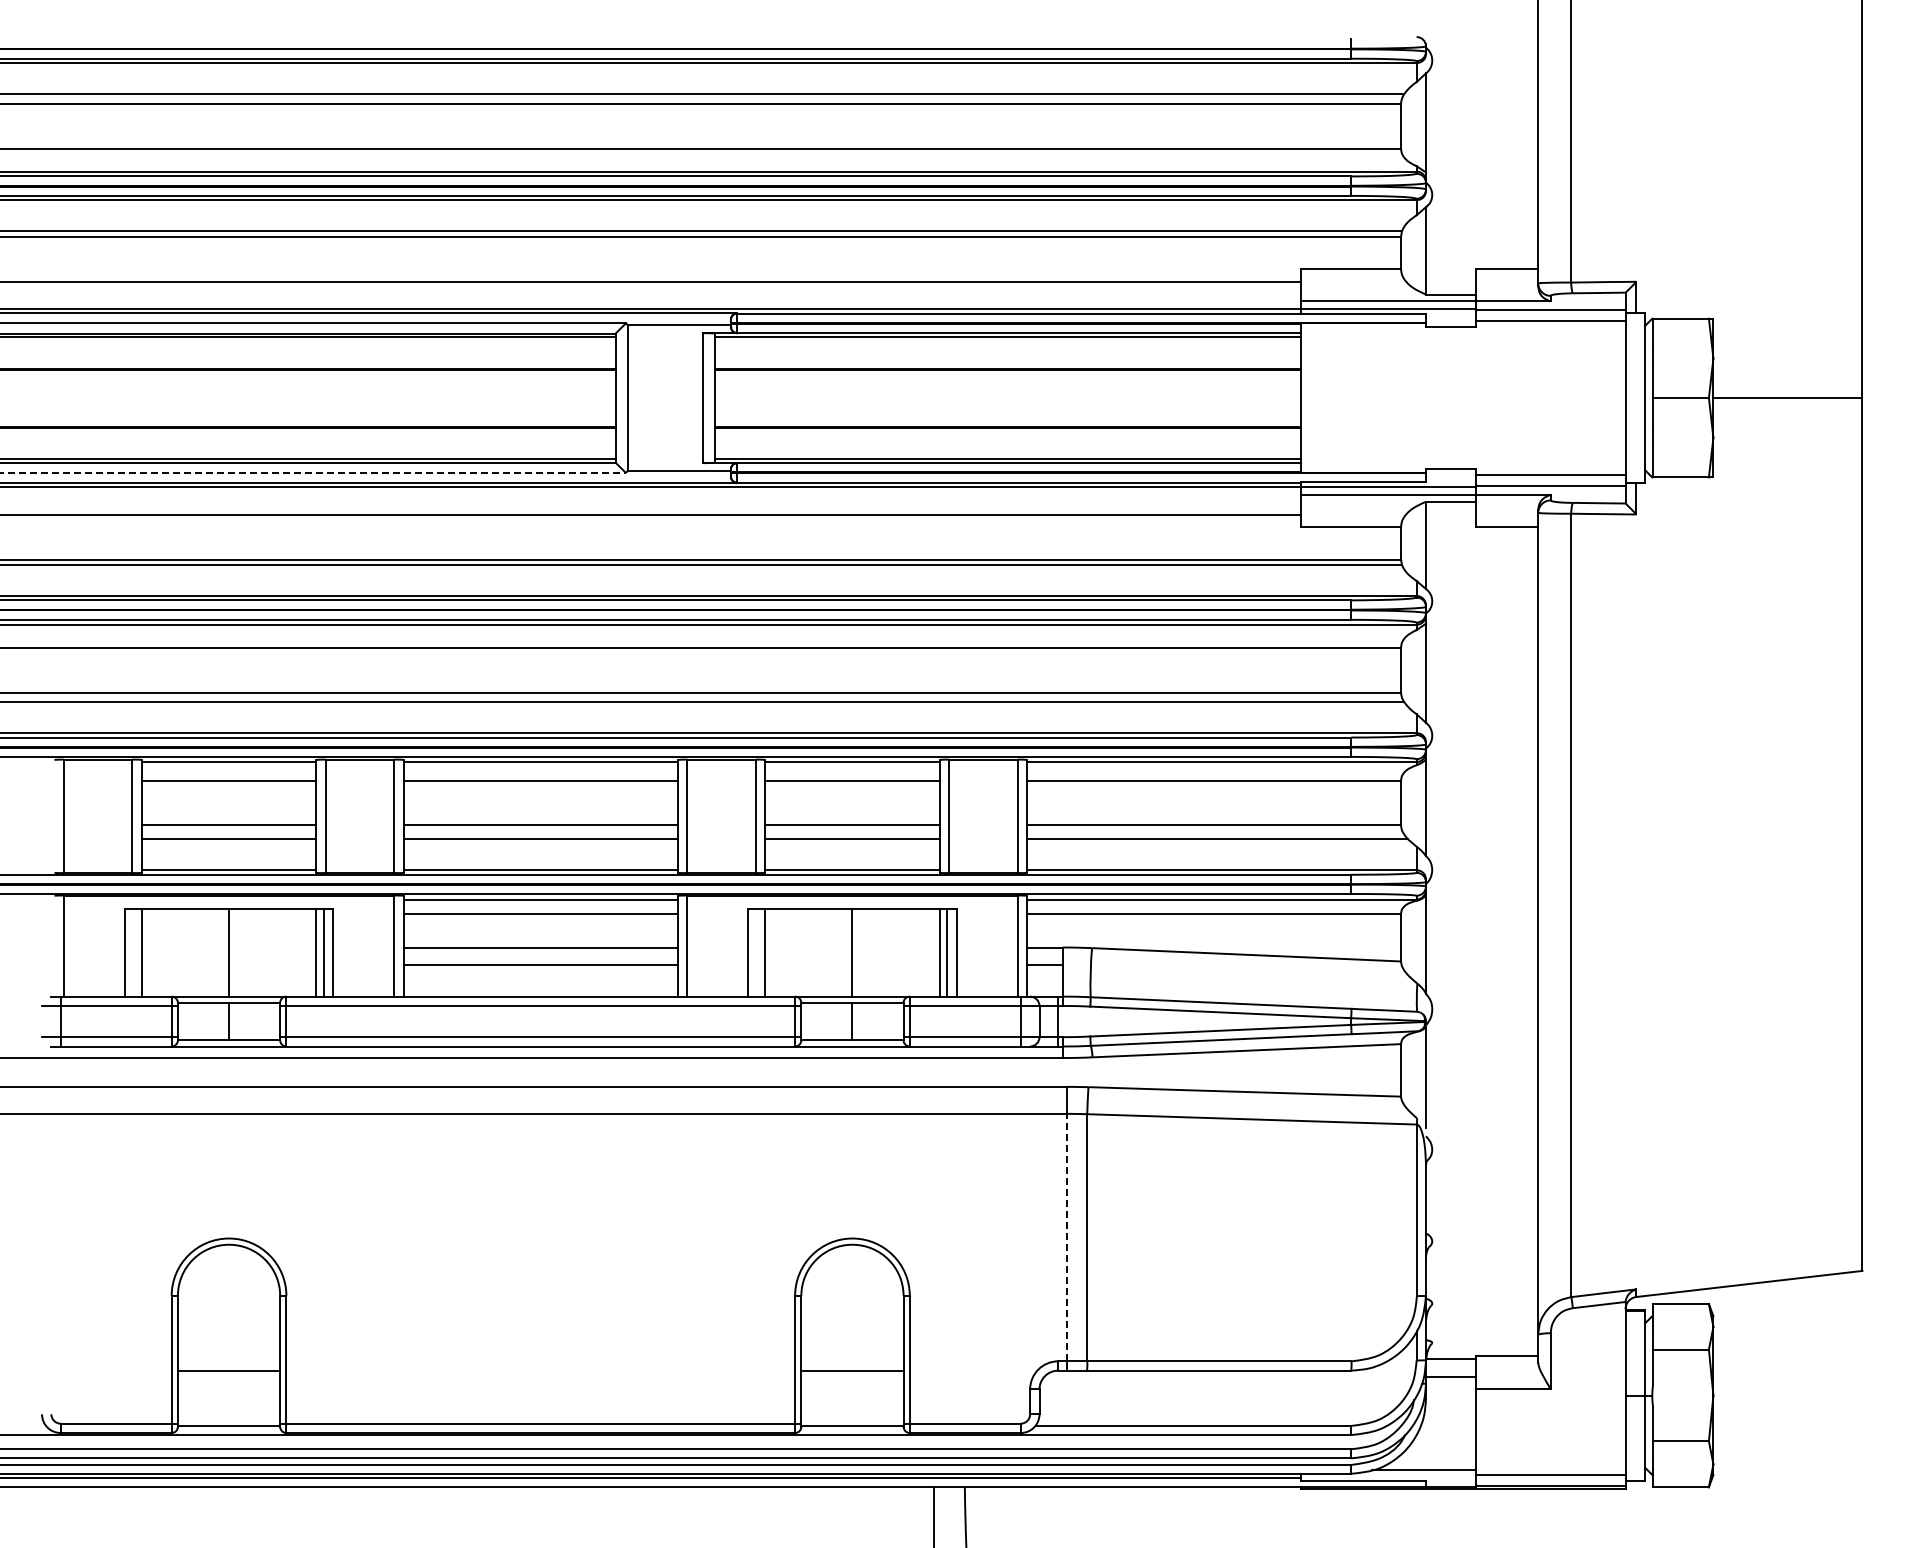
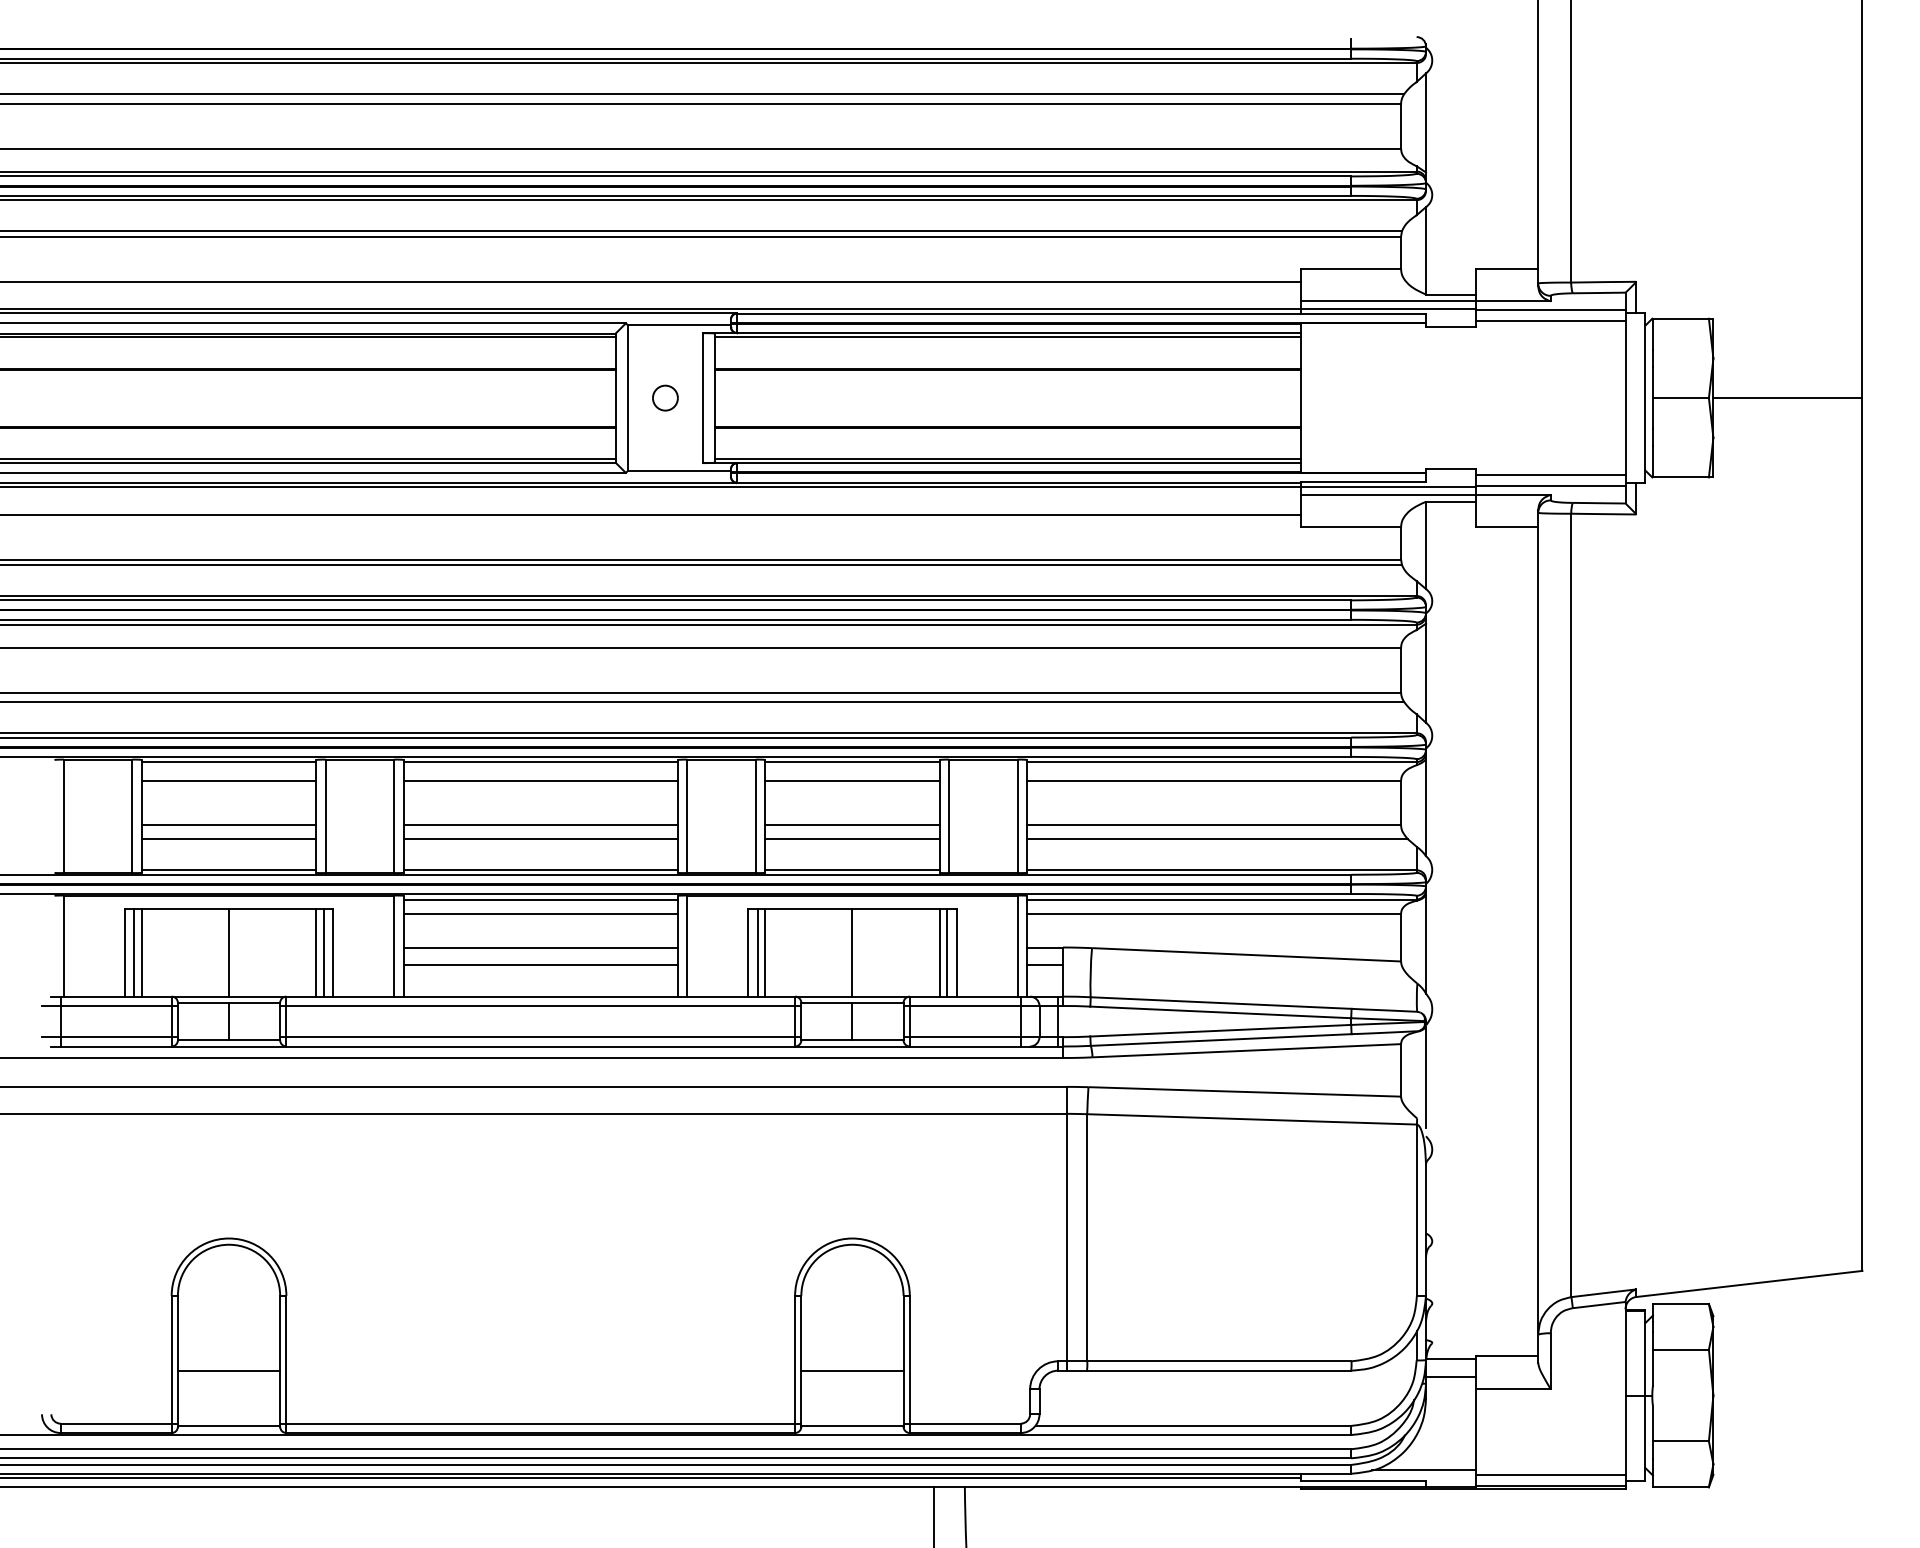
part at (665, 397): none -> present
line at (313, 472): dashed -> solid
line at (134, 952): none -> present
line at (757, 952): none -> present
line at (1066, 1237): dashed -> solid
